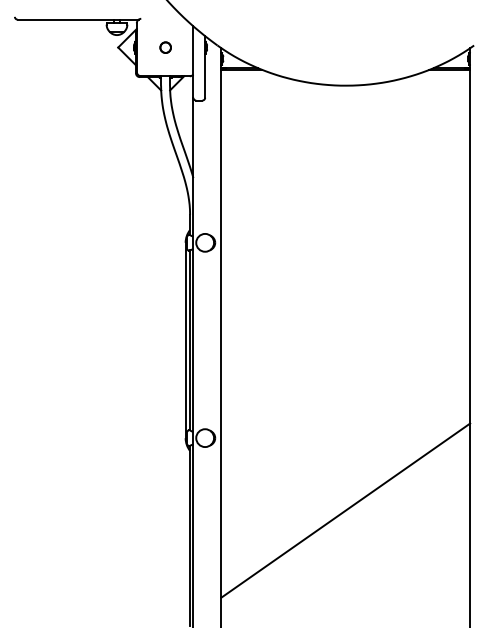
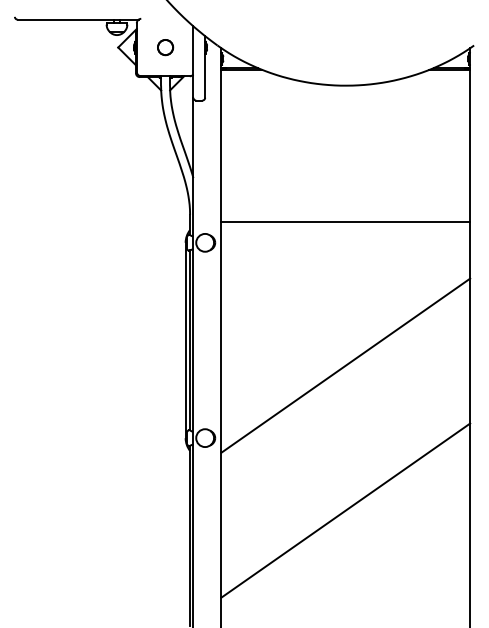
circle at (165, 47) size: 13x13 px -> 18x18 px
line at (345, 222): none -> present
line at (345, 365): none -> present
